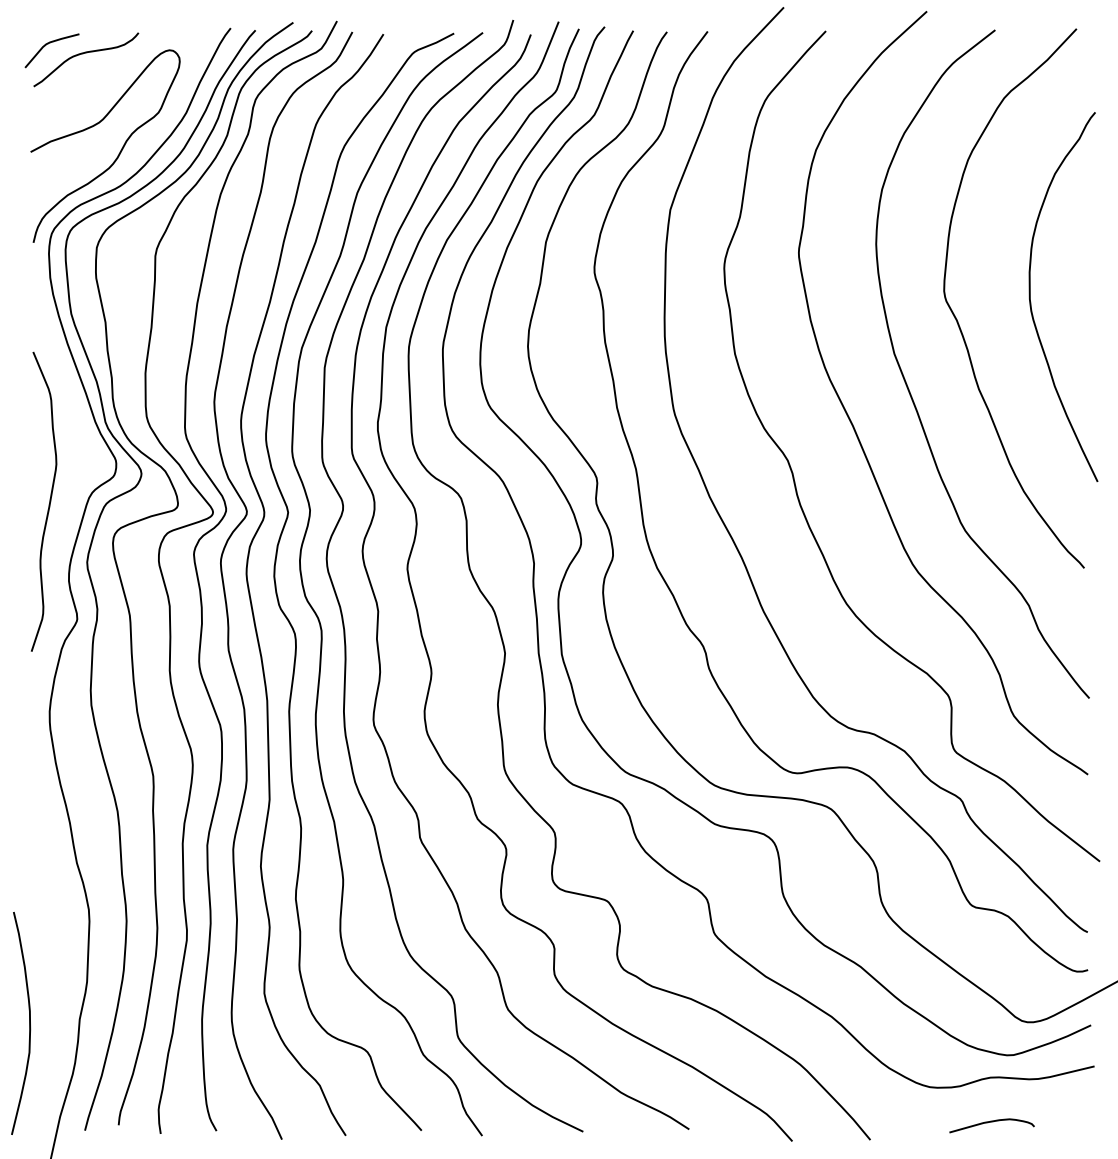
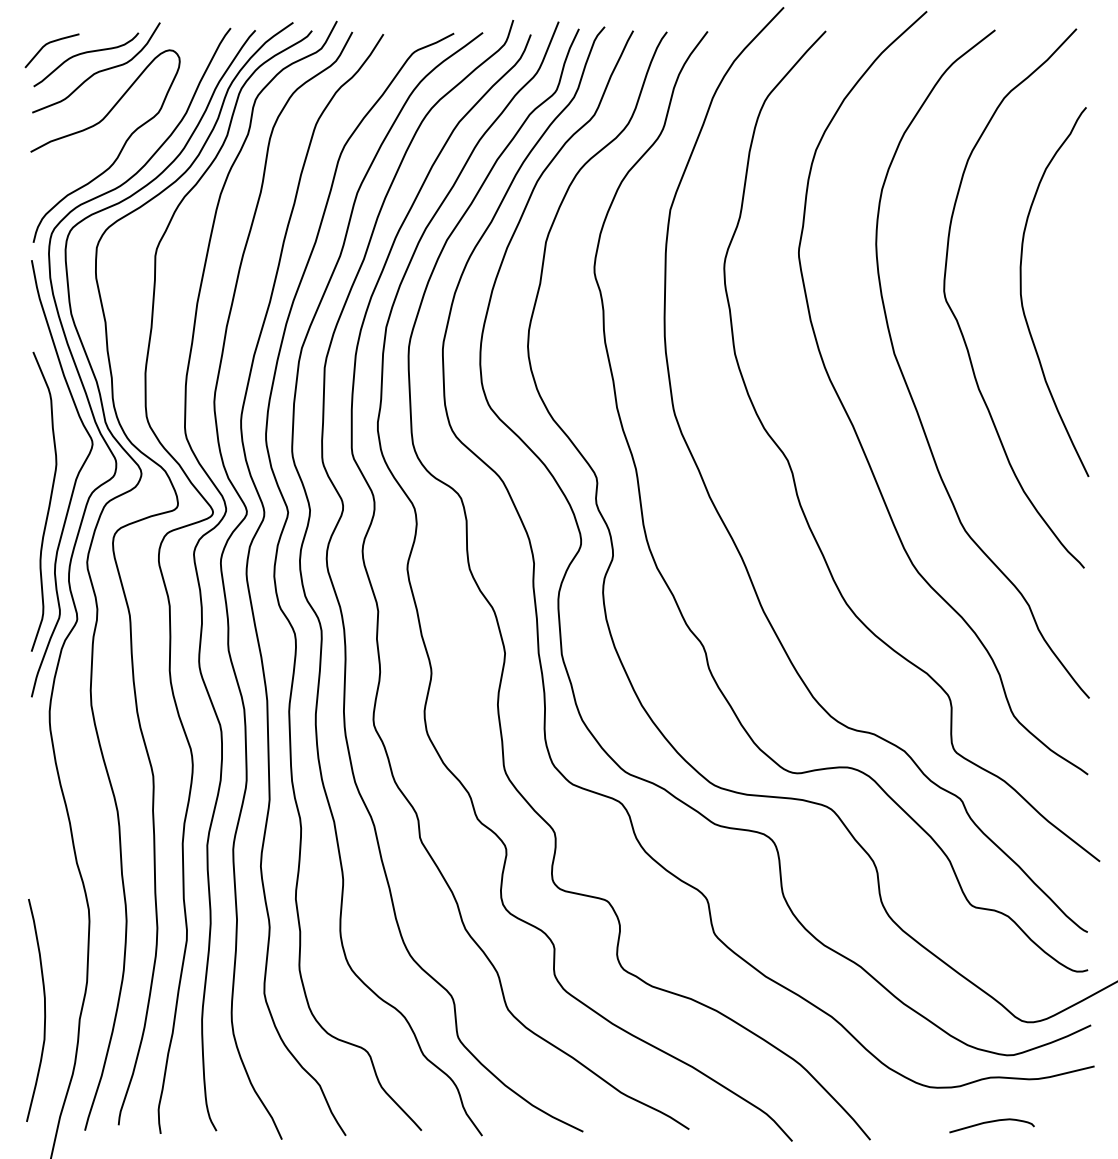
curve at (97, 71): none -> present
curve at (1031, 302) position: (1031, 302) -> (1022, 297)
curve at (74, 481): none -> present
curve at (29, 1023) position: (29, 1023) -> (44, 1010)
